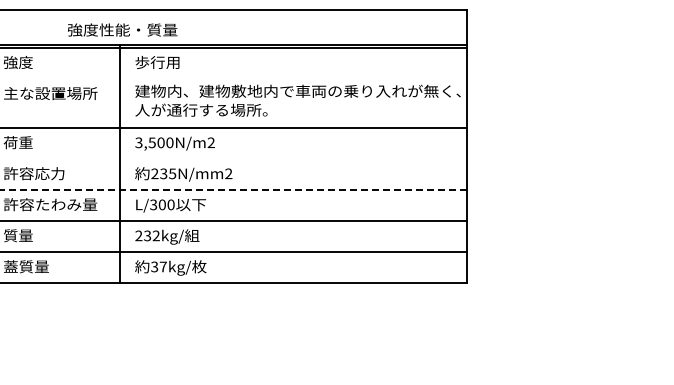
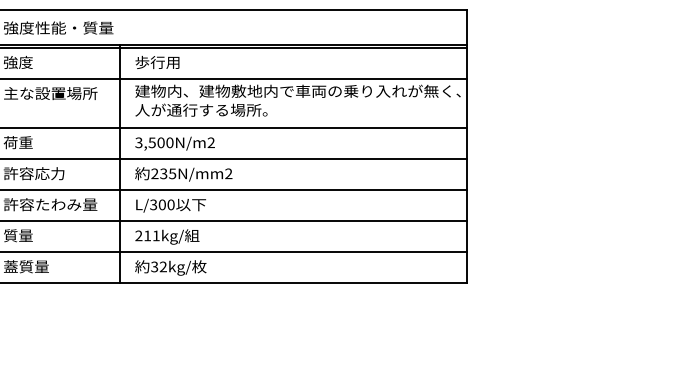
text at (122, 29) position: (122, 29) -> (58, 27)
line at (234, 79): none -> present
line at (234, 158): none -> present
line at (233, 189): dashed -> solid
text at (151, 235): 232kg/ -> 211kg/
text at (162, 266): 37kg/ -> 32kg/
